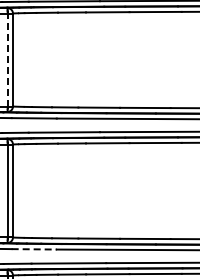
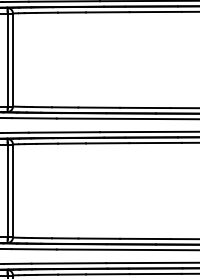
line at (7, 60): dashed -> solid
line at (34, 249): dashed -> solid
